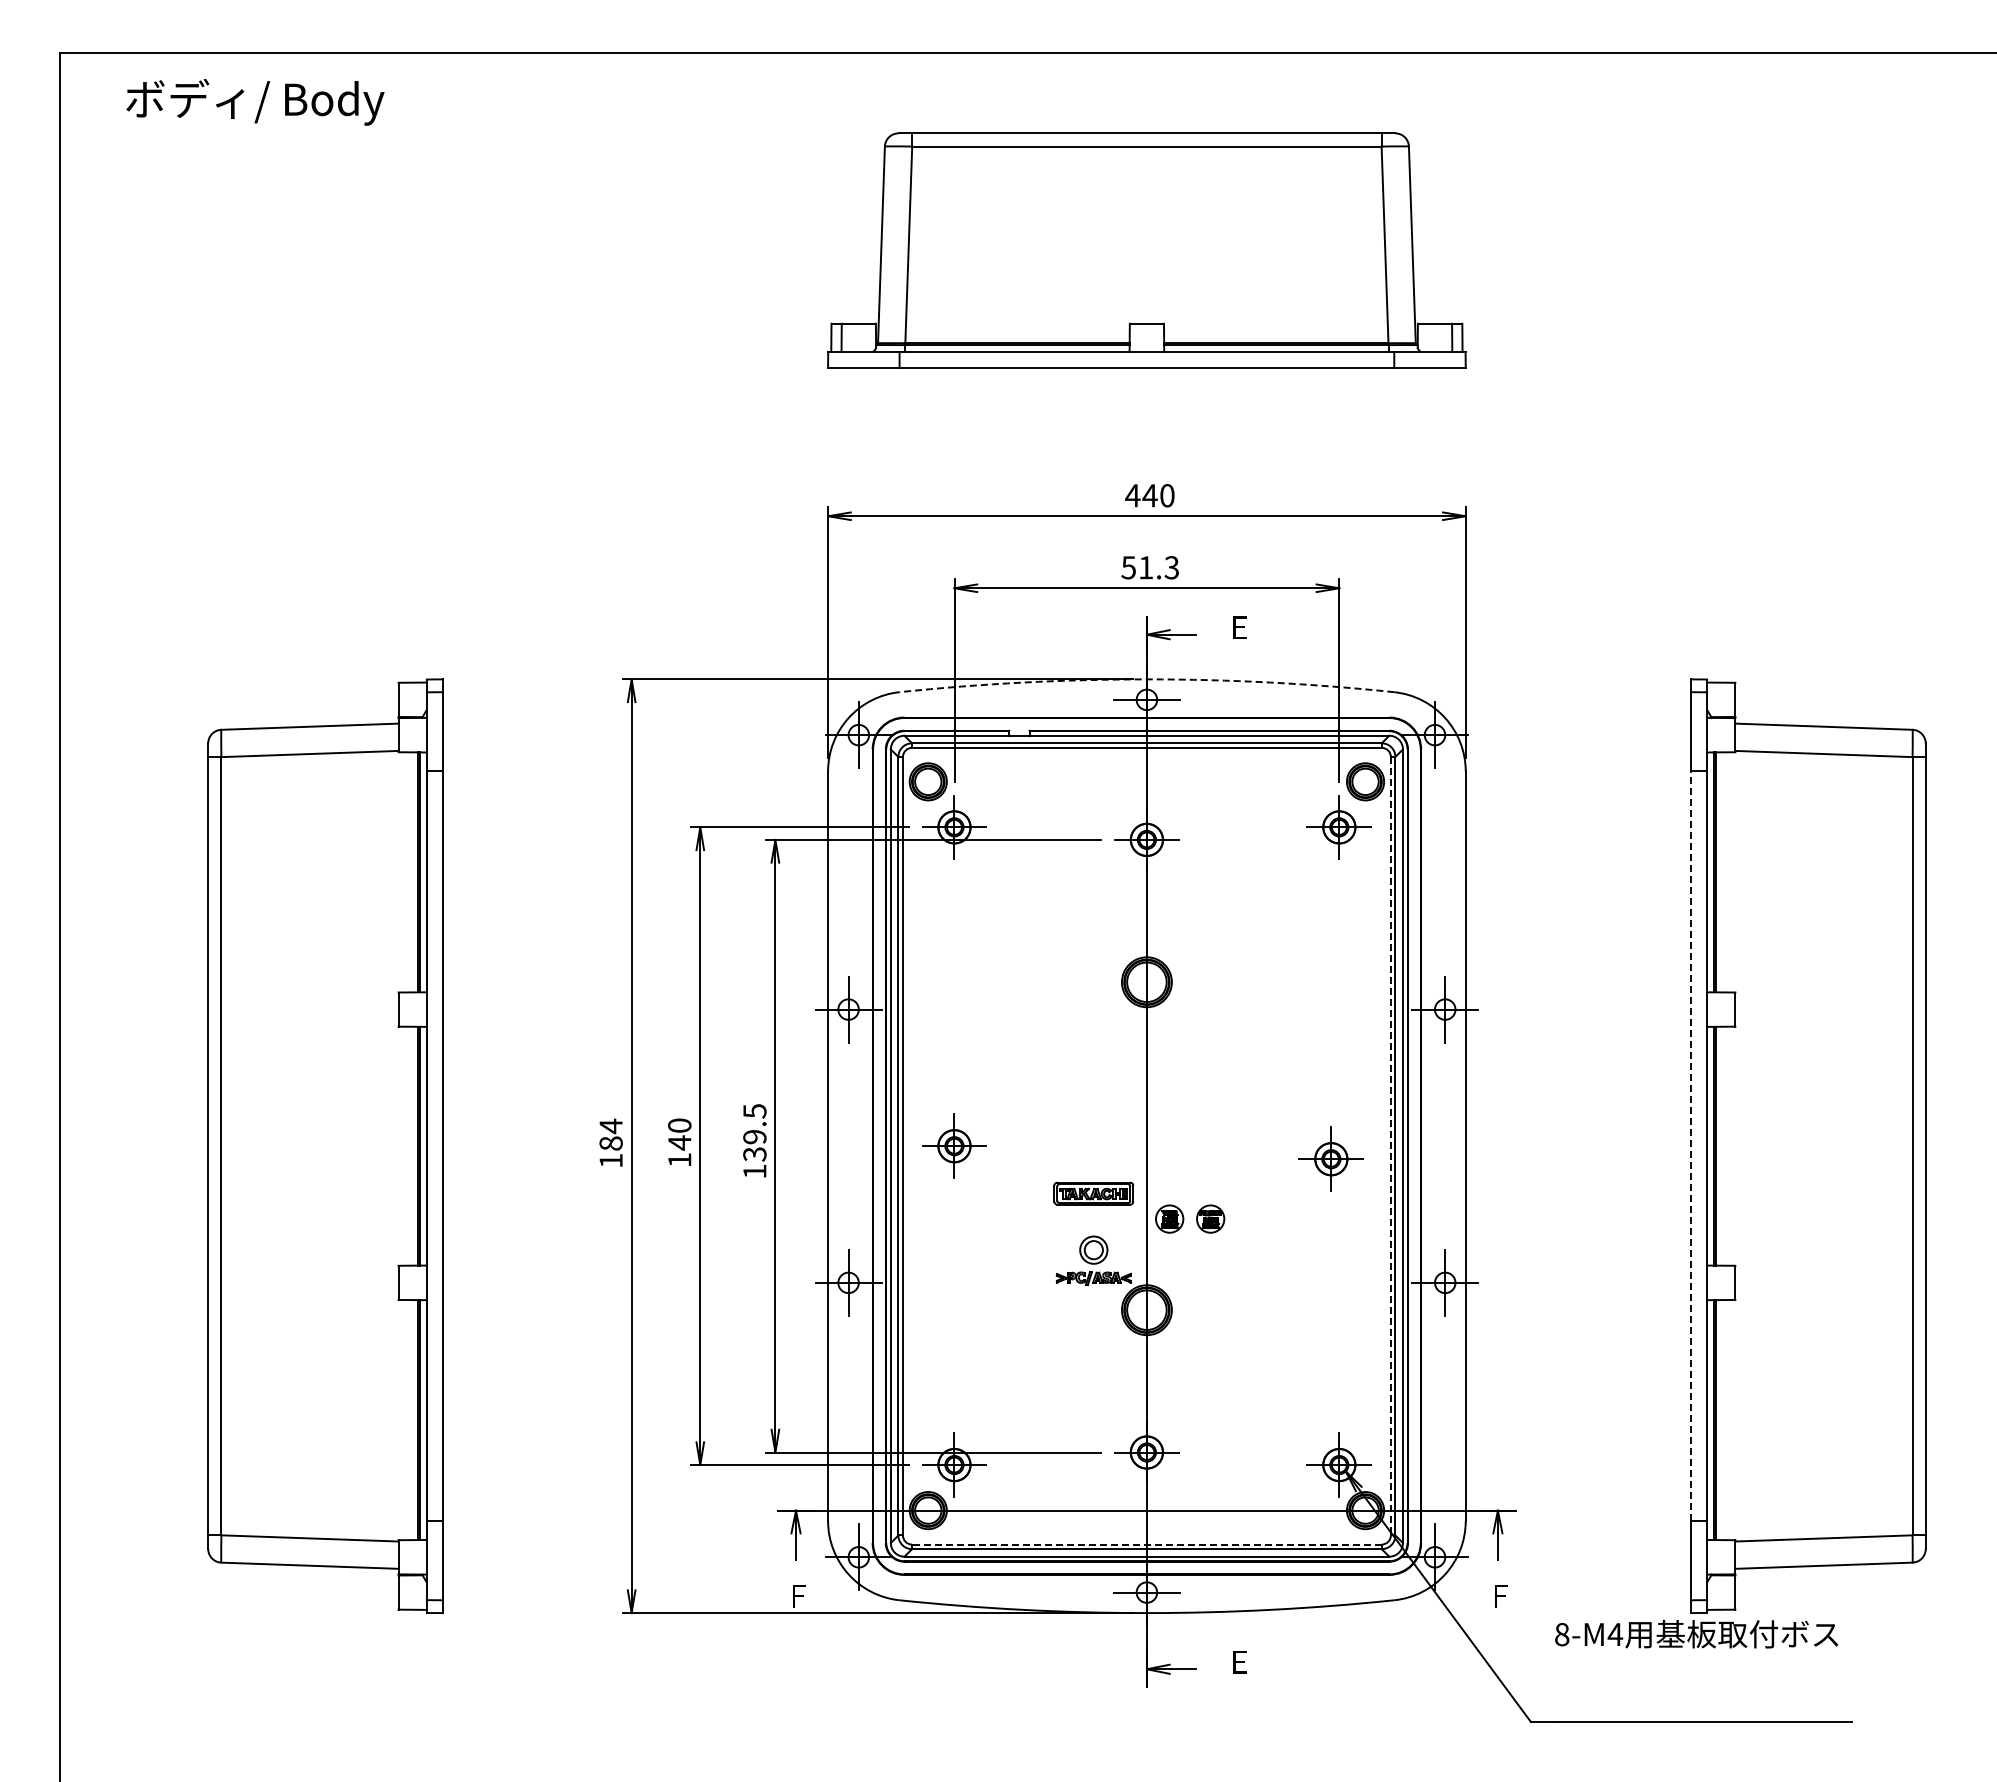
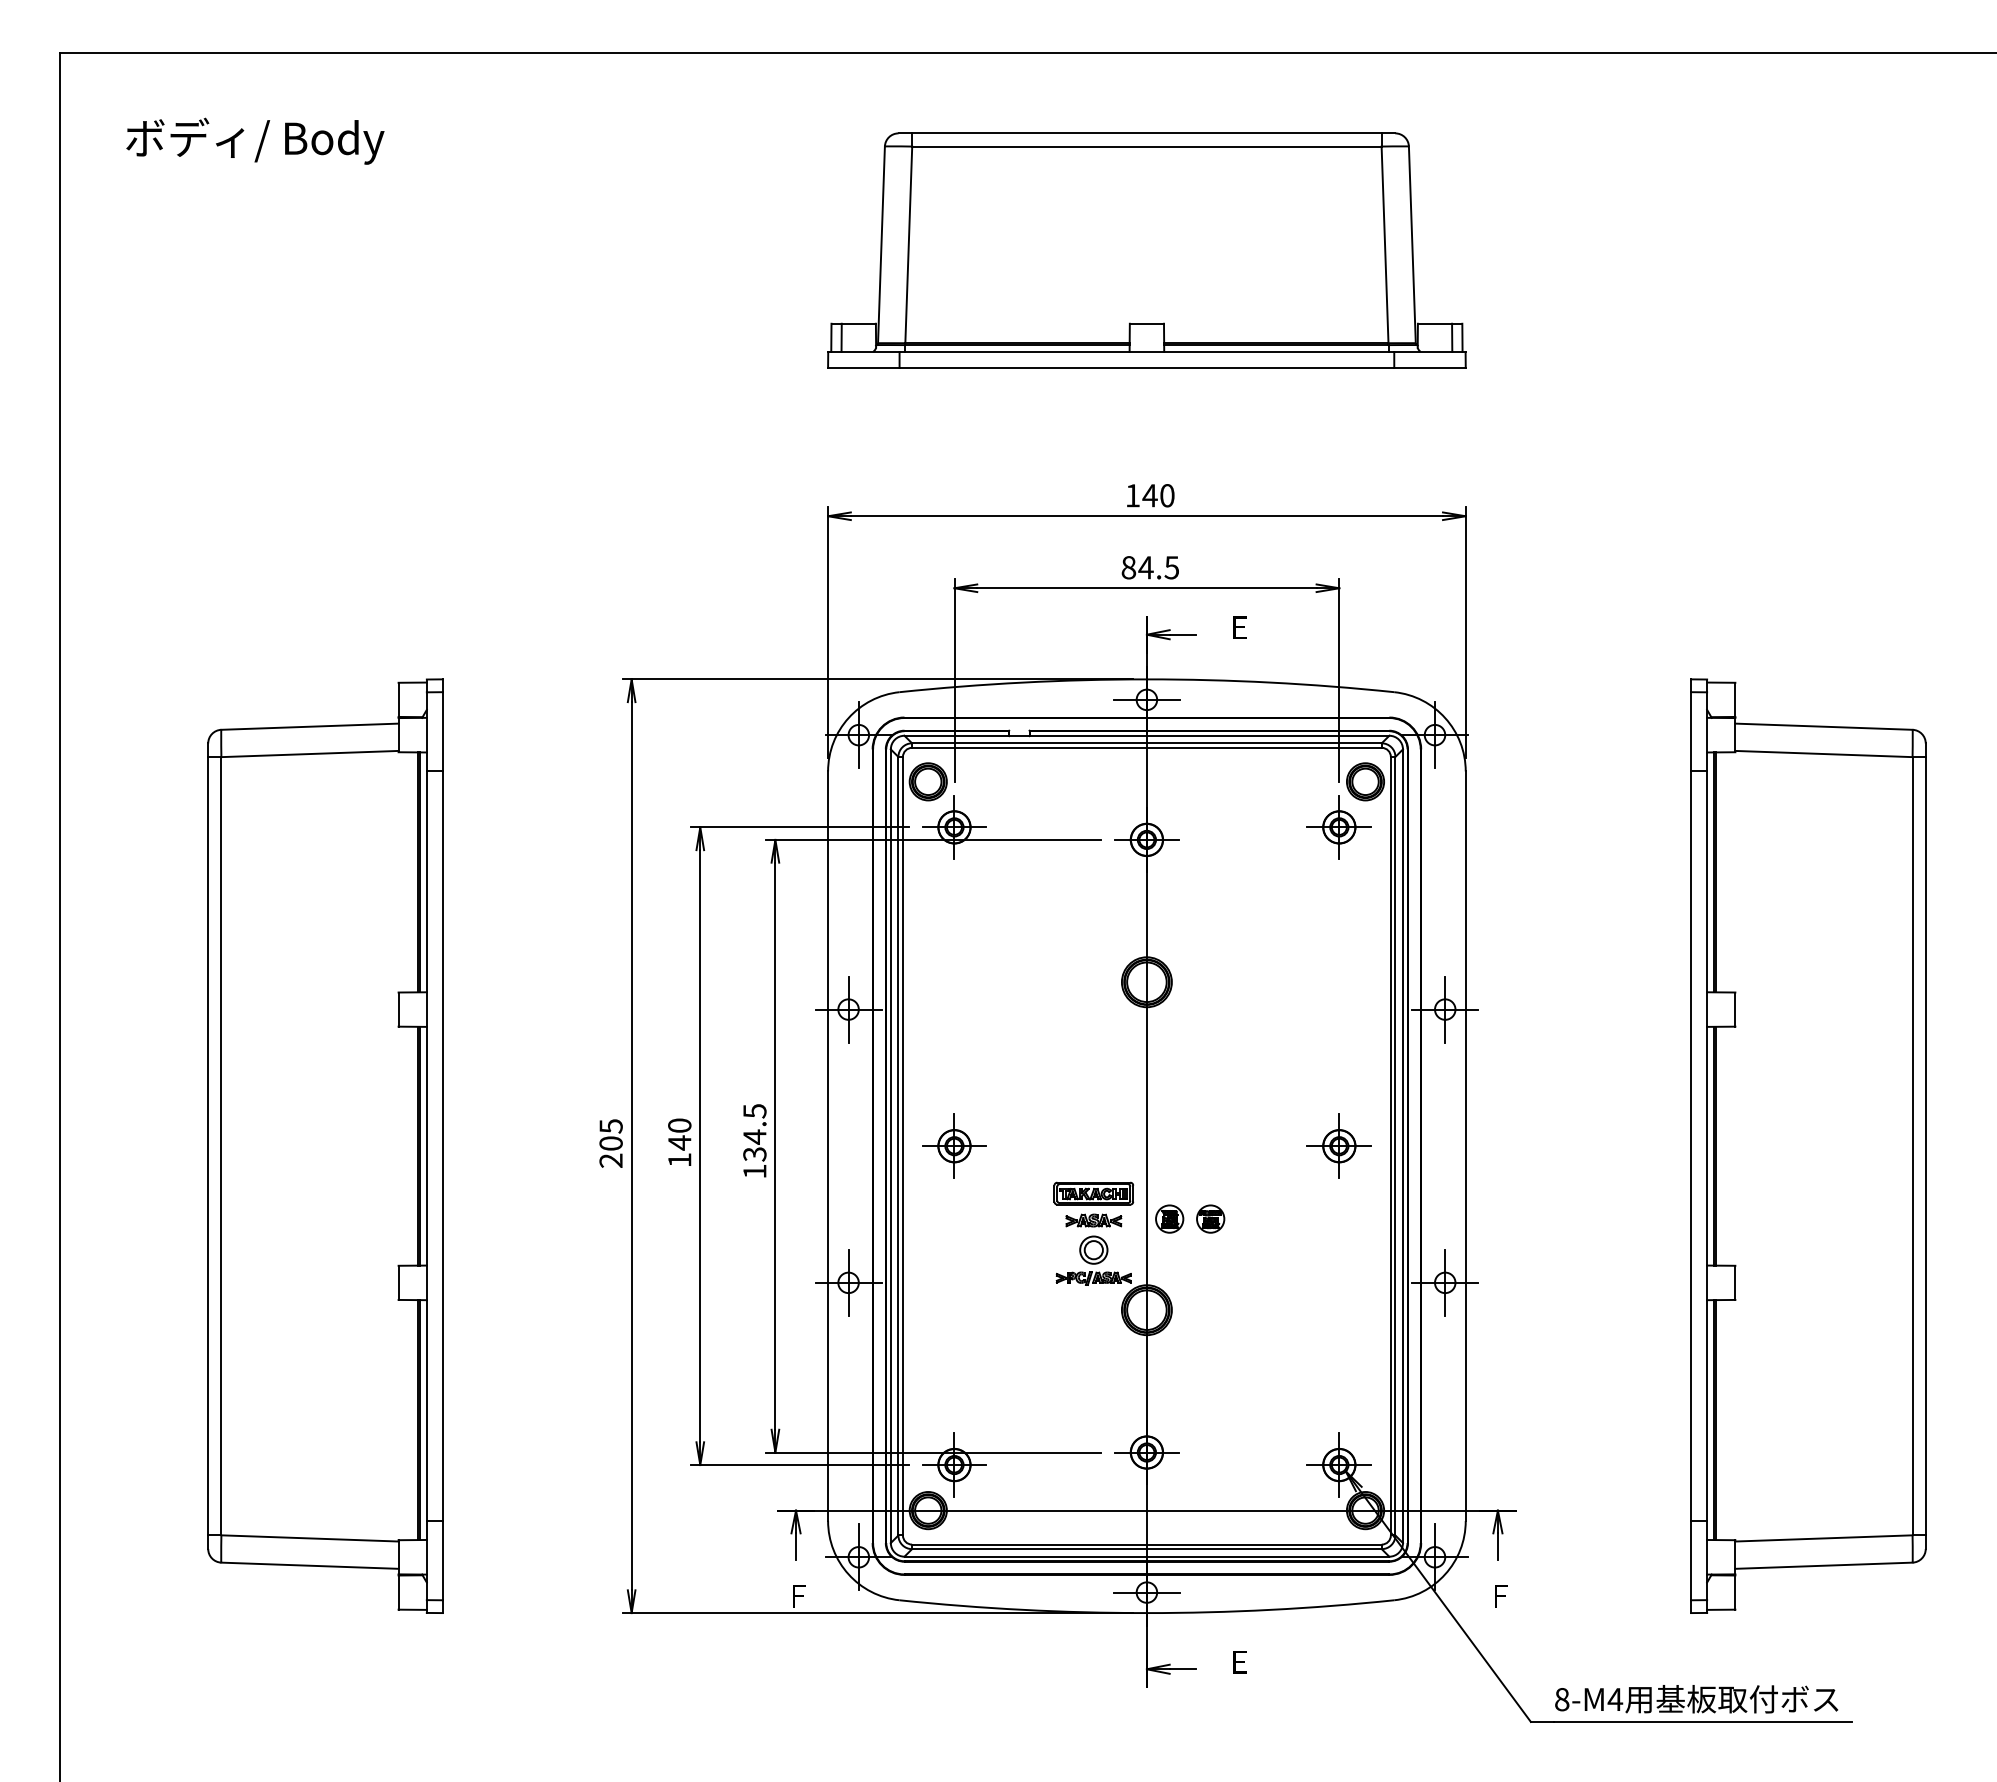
text at (255, 101) position: (255, 101) -> (255, 140)
text at (1132, 495): 440 -> 140
text at (1149, 567): 51.3 -> 84.5
arc at (1146, 679): dashed -> solid
text at (754, 1136): 139.5 -> 134.5
text at (610, 1142): 184 -> 205
line at (1390, 1146): dashed -> solid
line at (1691, 1146): dashed -> solid
part at (1330, 1158) position: (1330, 1158) -> (1338, 1145)
part at (1093, 1220): none -> present
line at (1146, 1544): dashed -> solid
text at (1696, 1634) position: (1696, 1634) -> (1696, 1699)
